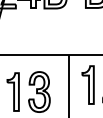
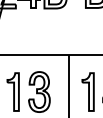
part at (87, 84) position: (87, 84) -> (87, 91)
